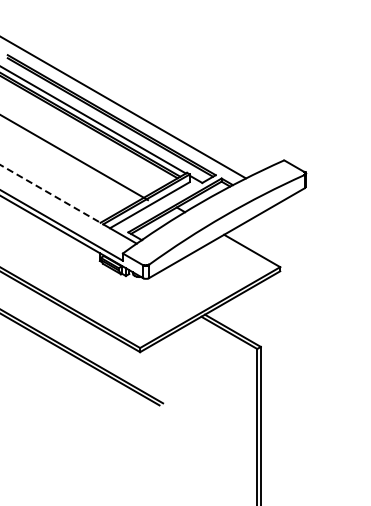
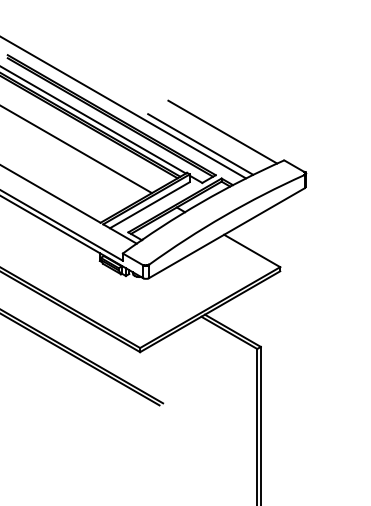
line at (222, 131): none -> present
line at (200, 144): none -> present
line at (75, 158) position: (75, 158) -> (77, 149)
line at (50, 193): dashed -> solid
